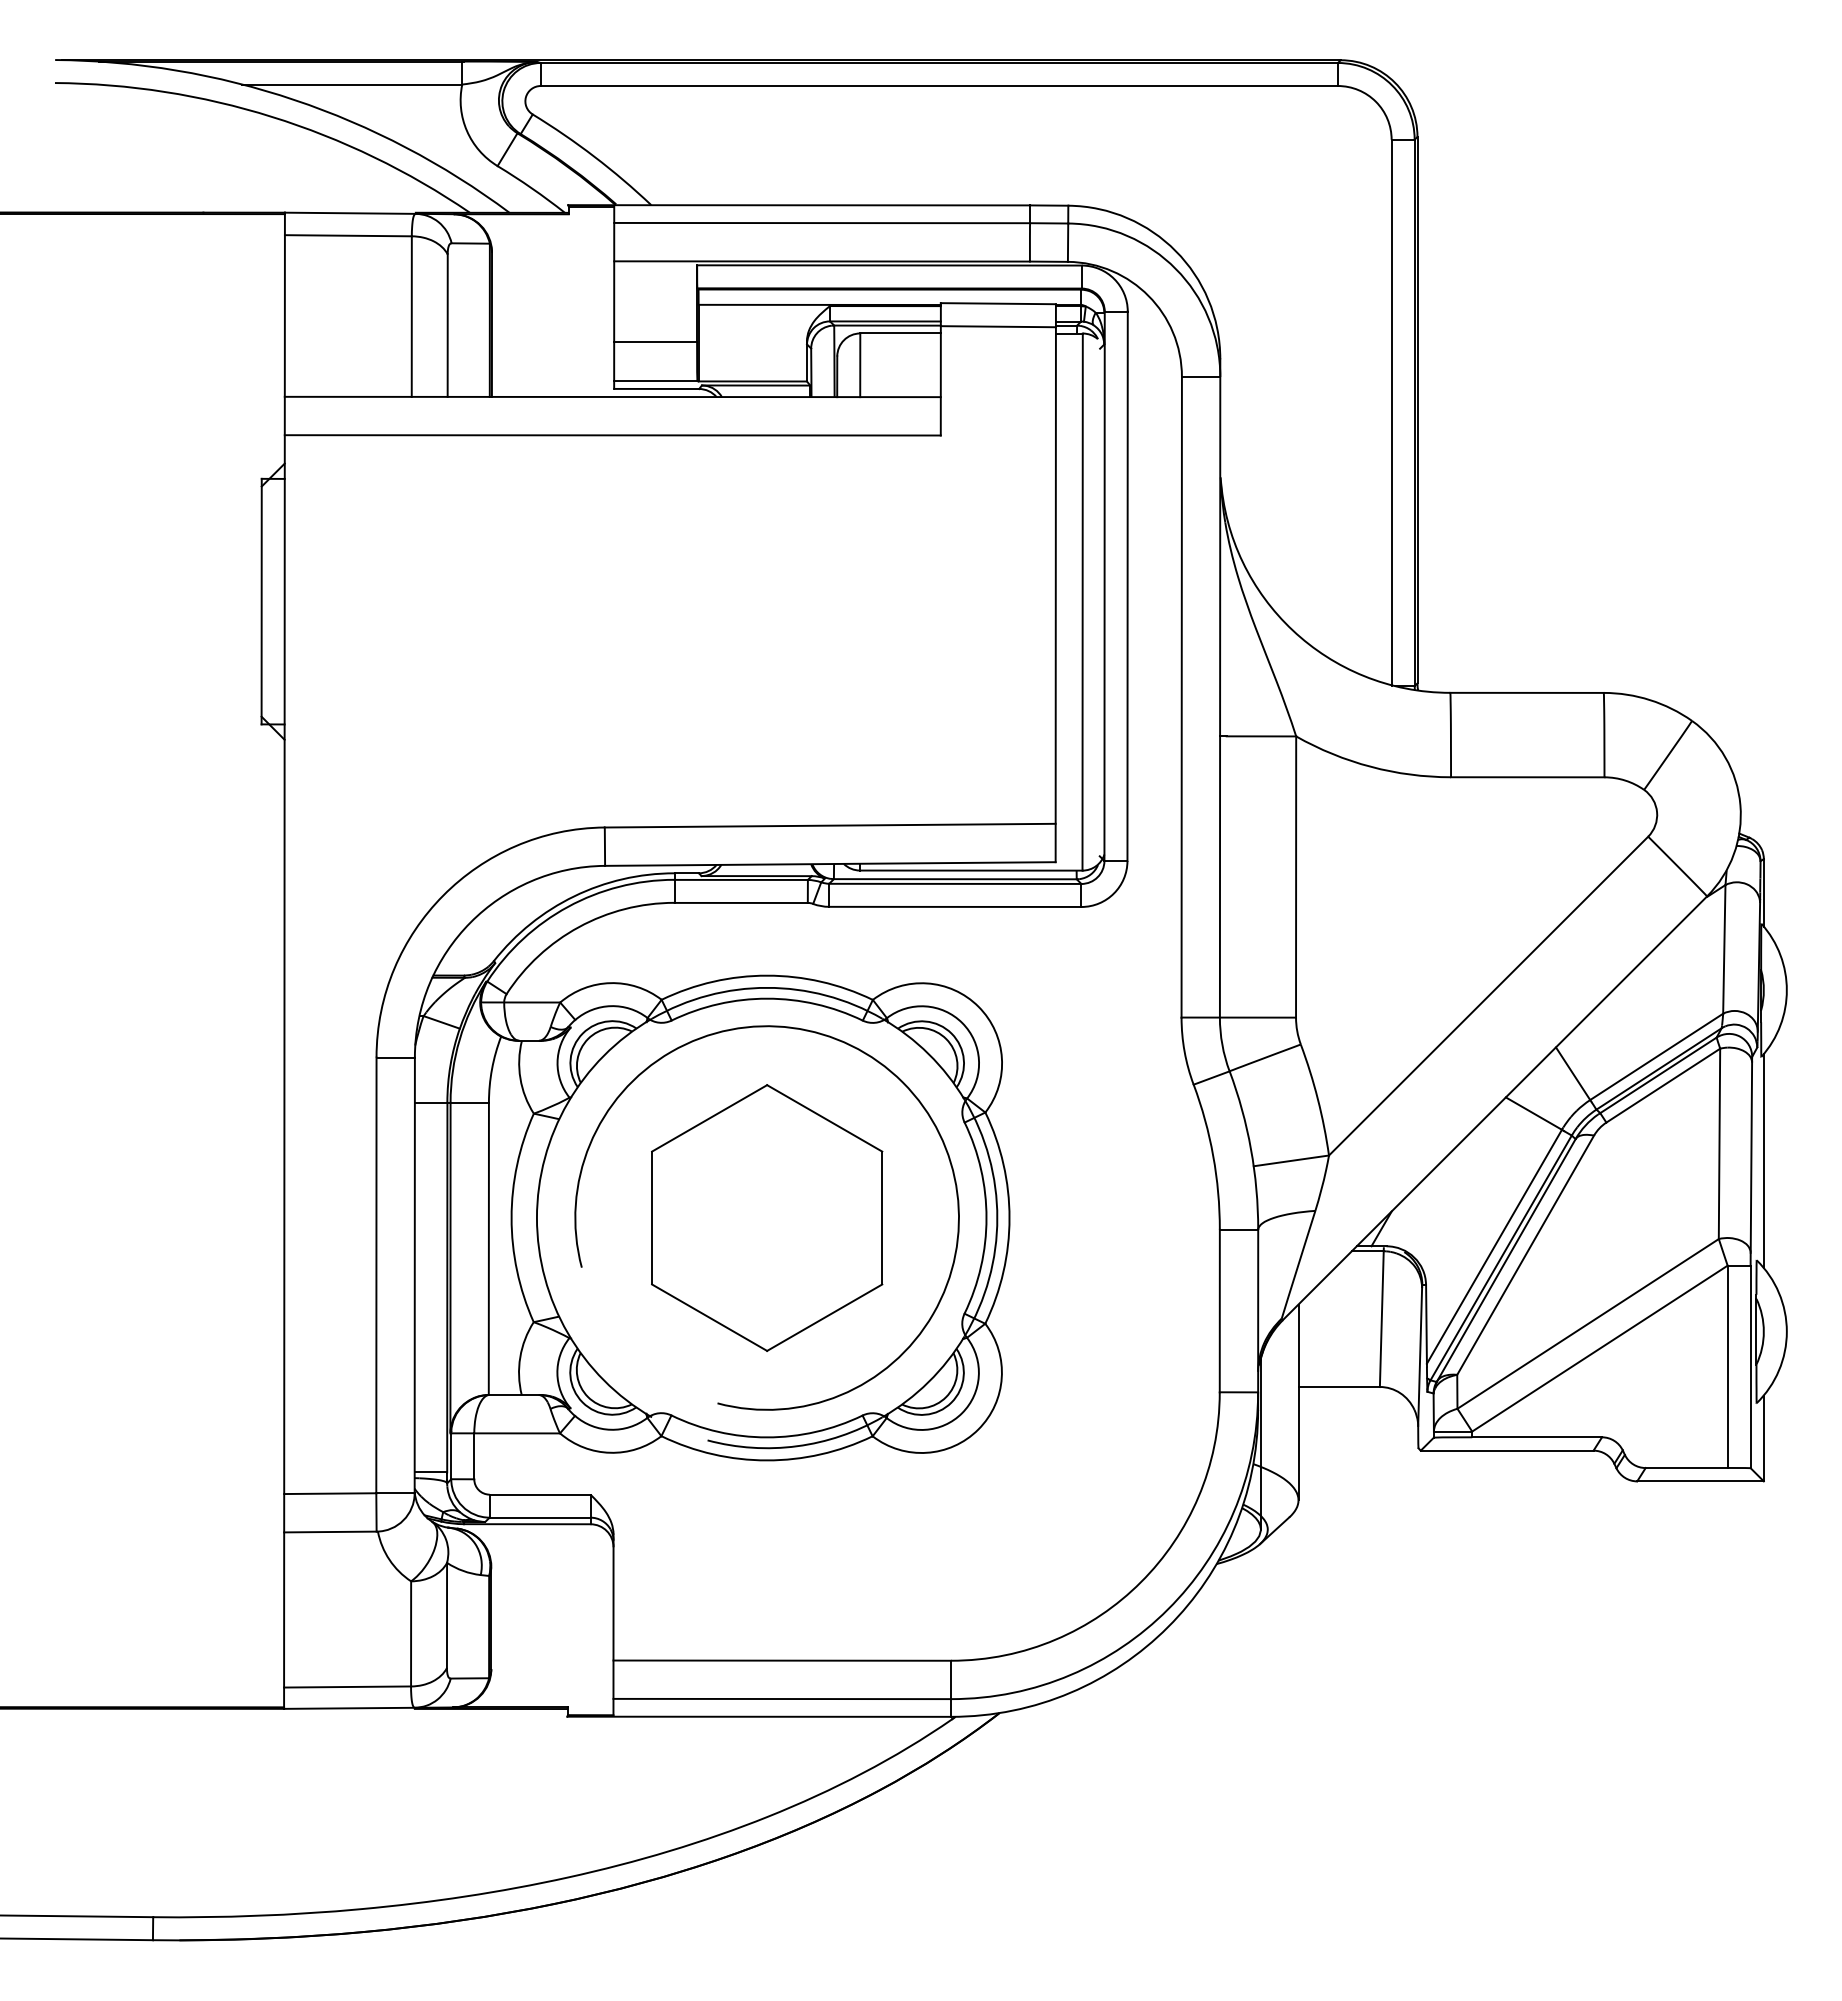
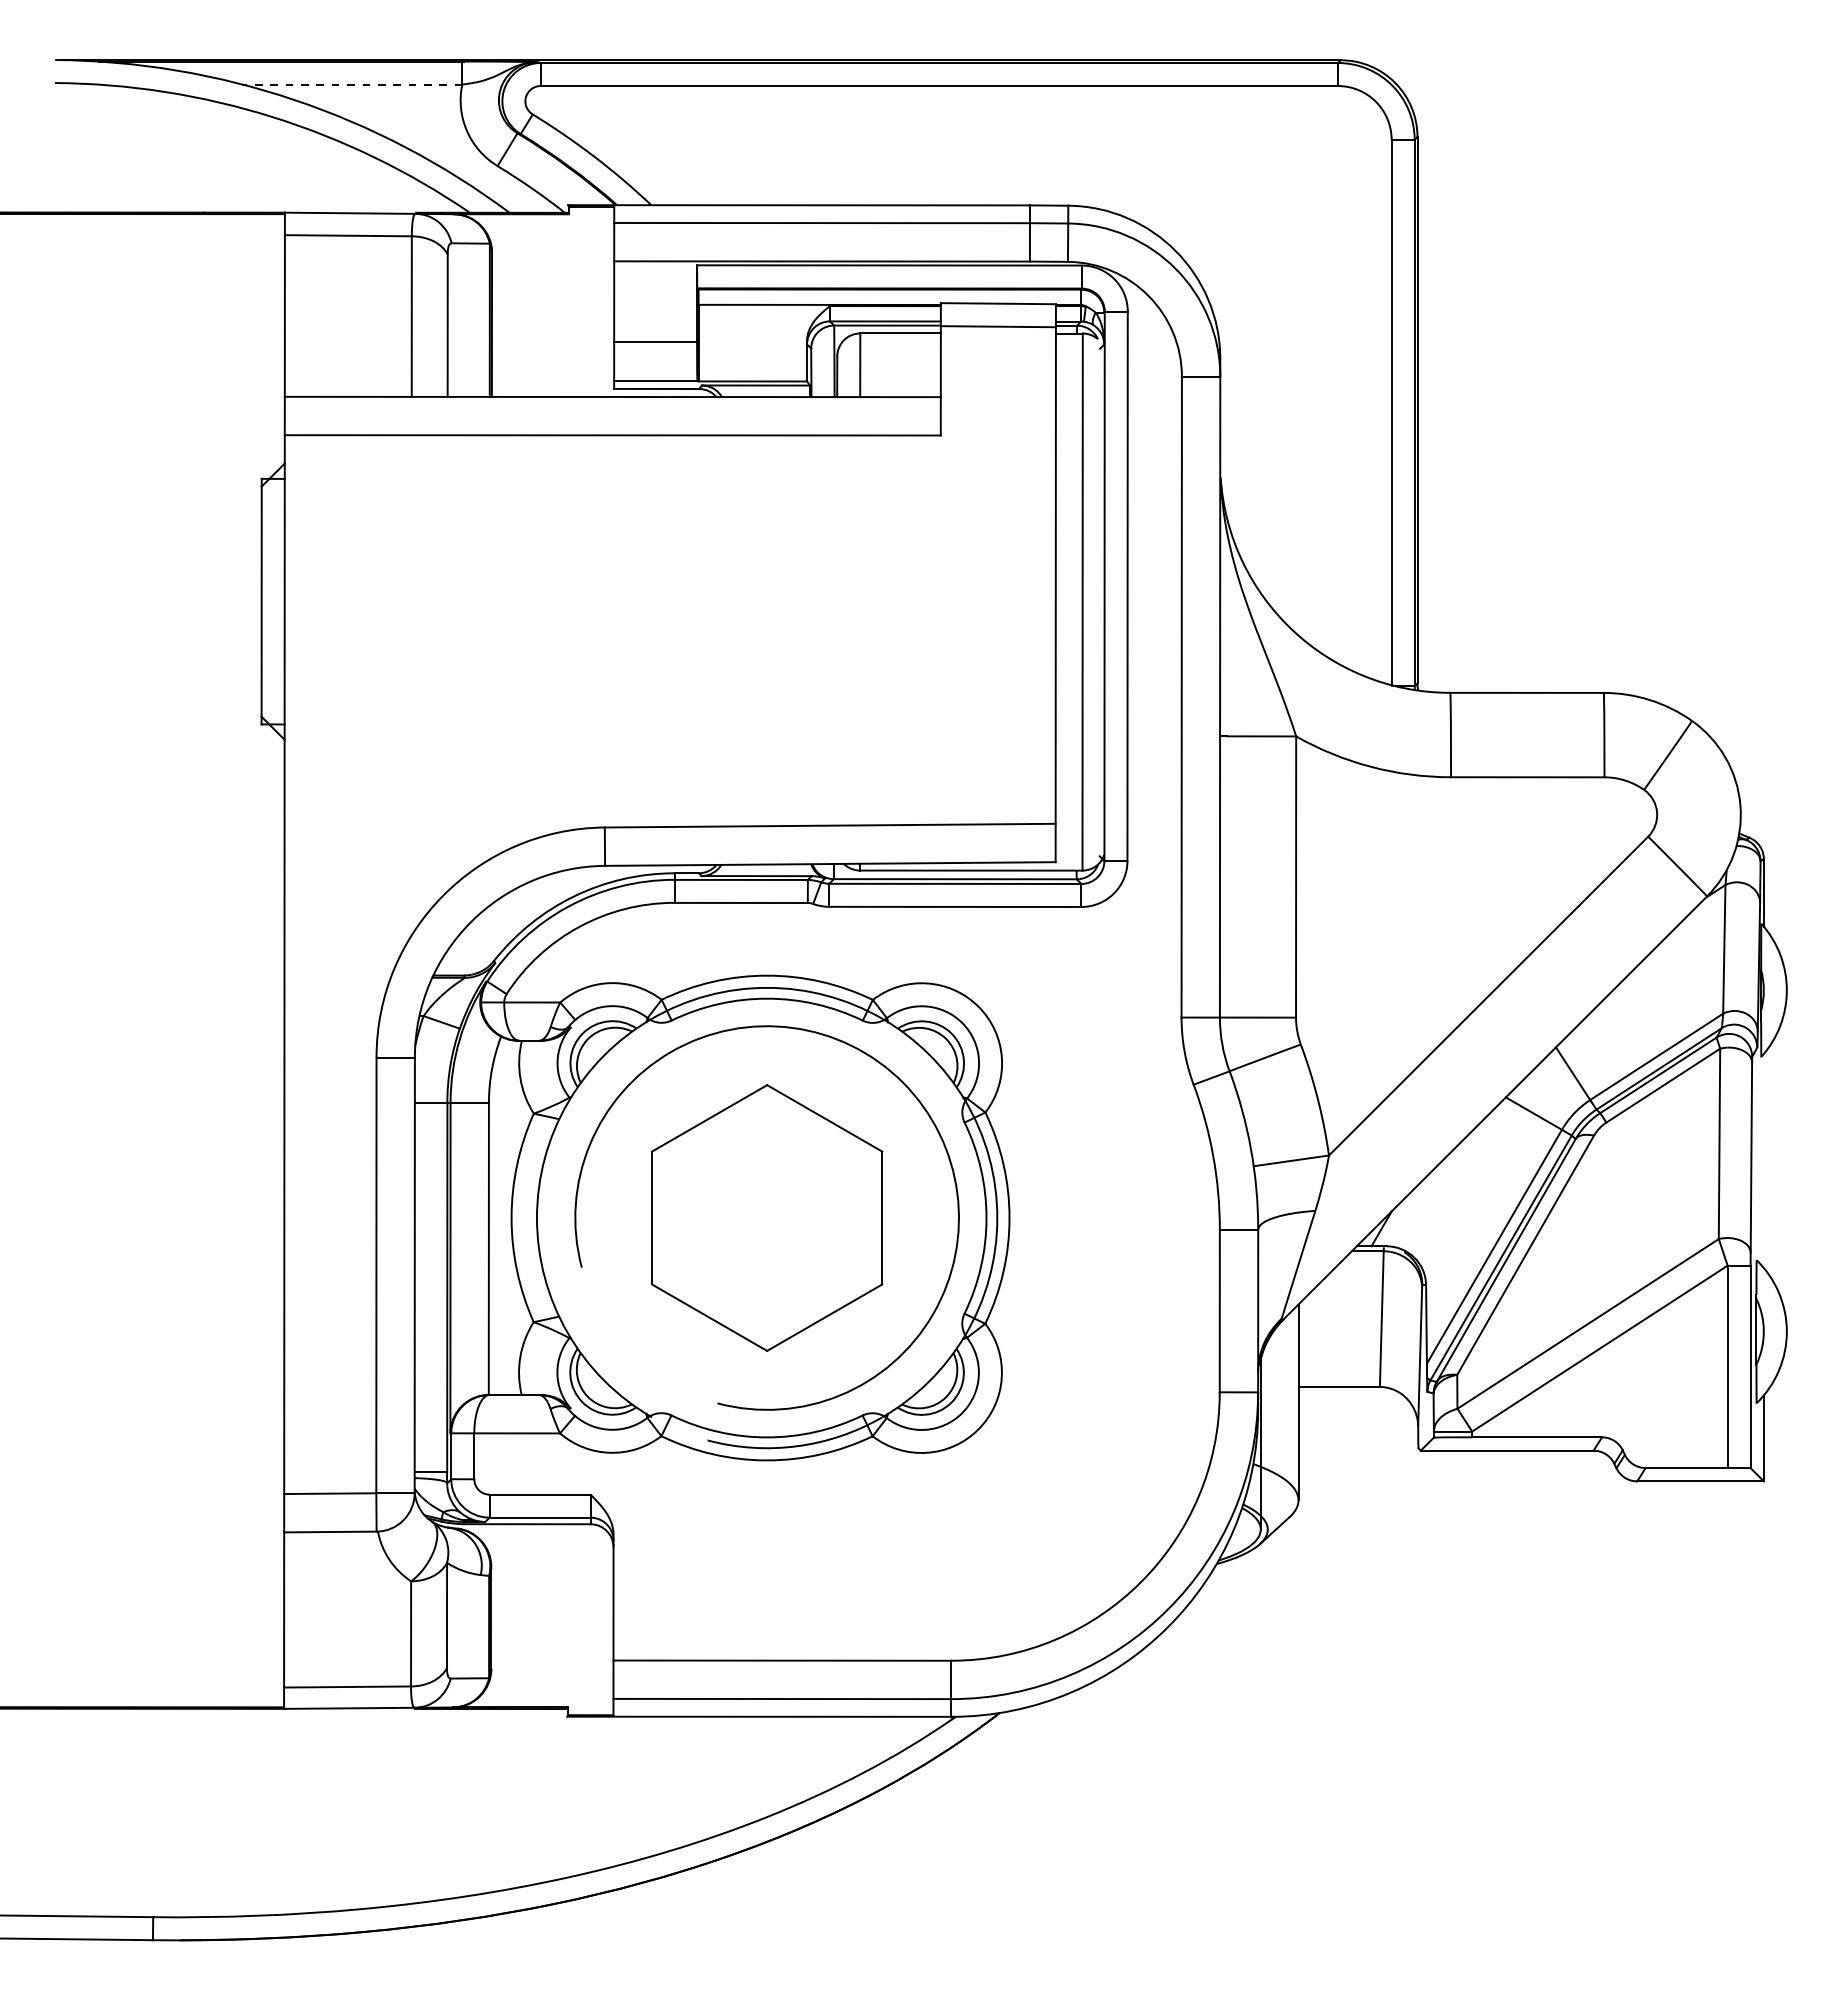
line at (351, 84): solid -> dashed
line at (1763, 1160): present -> none
